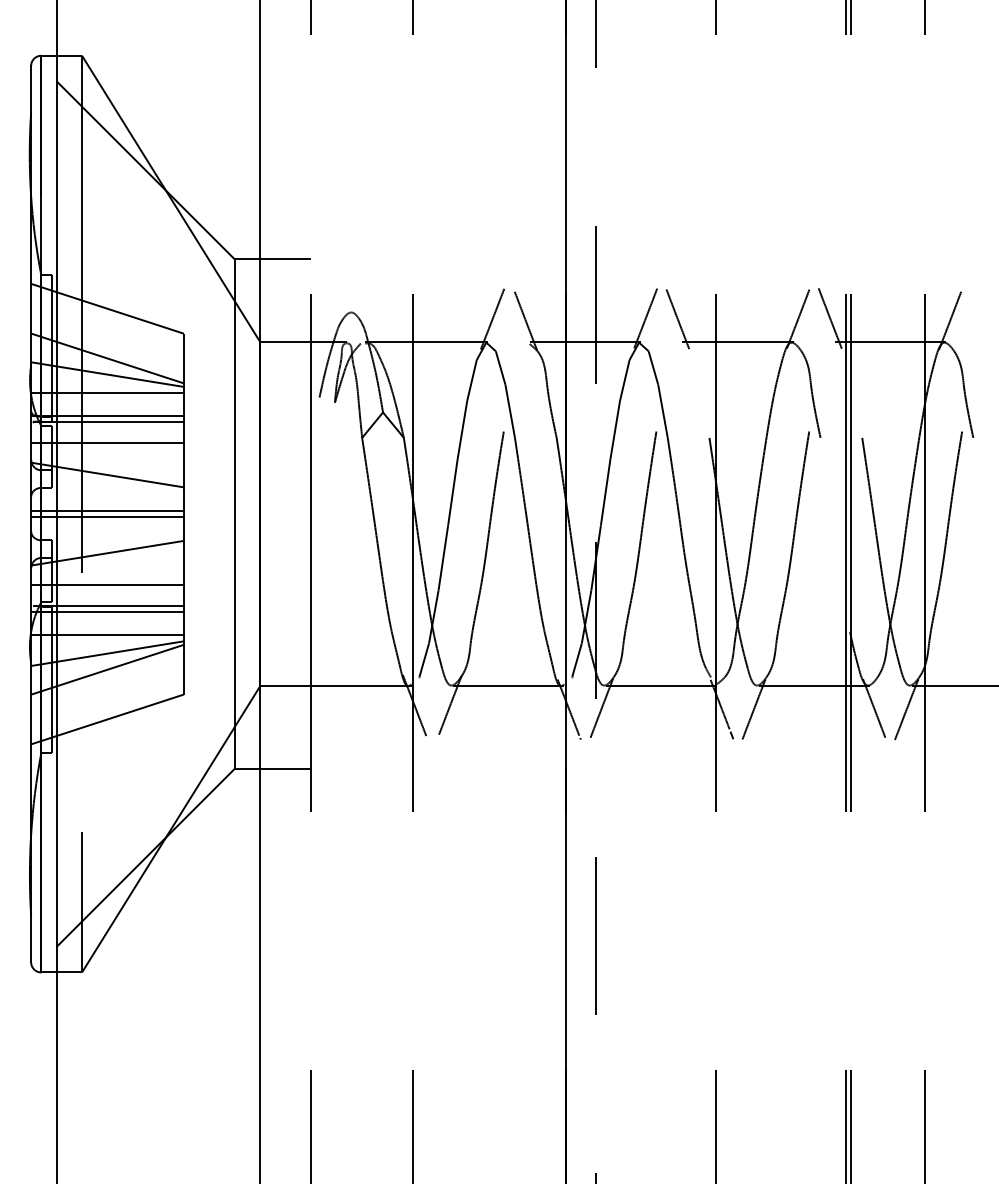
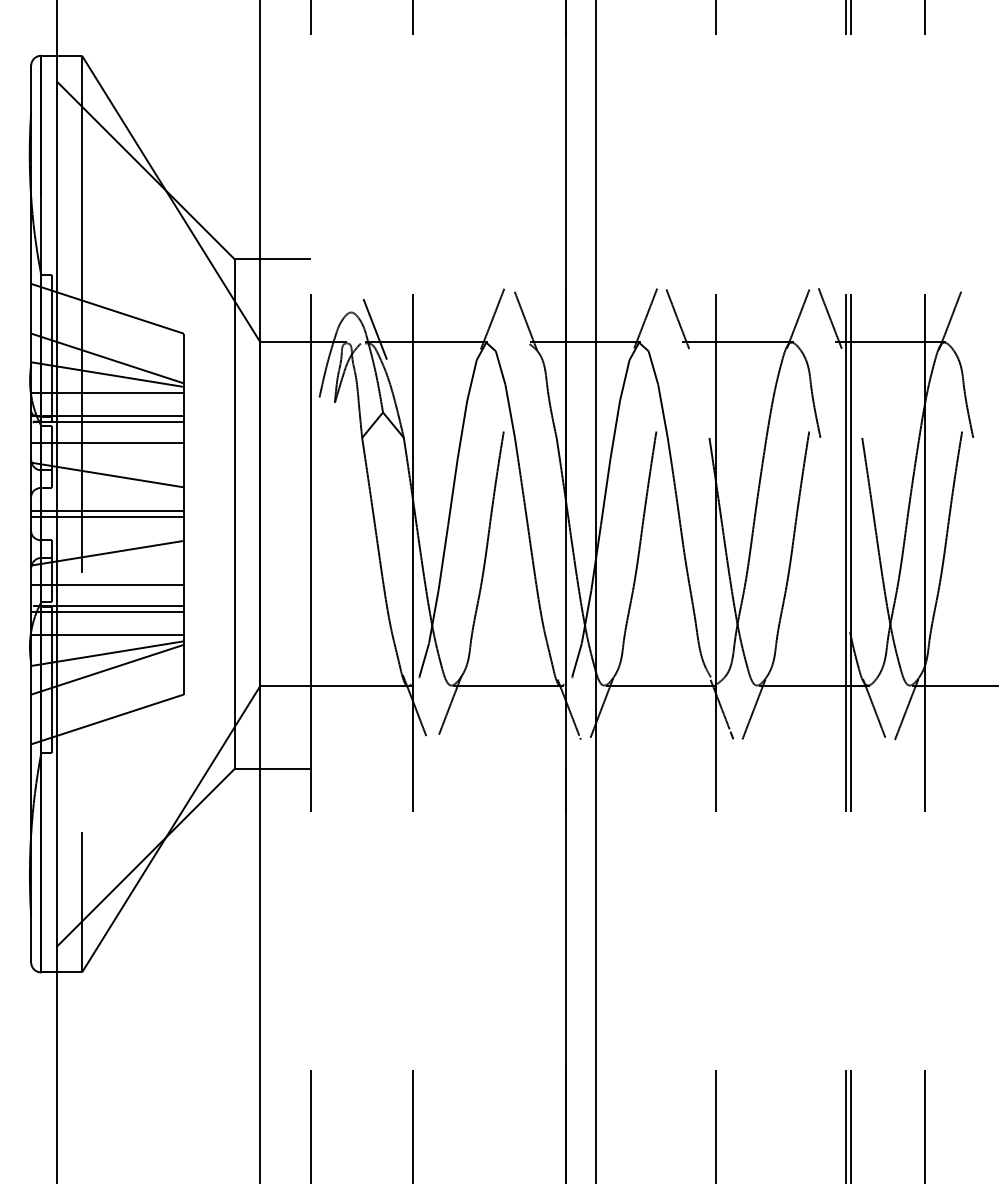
line at (374, 329): none -> present
line at (596, 592): dashed -> solid
